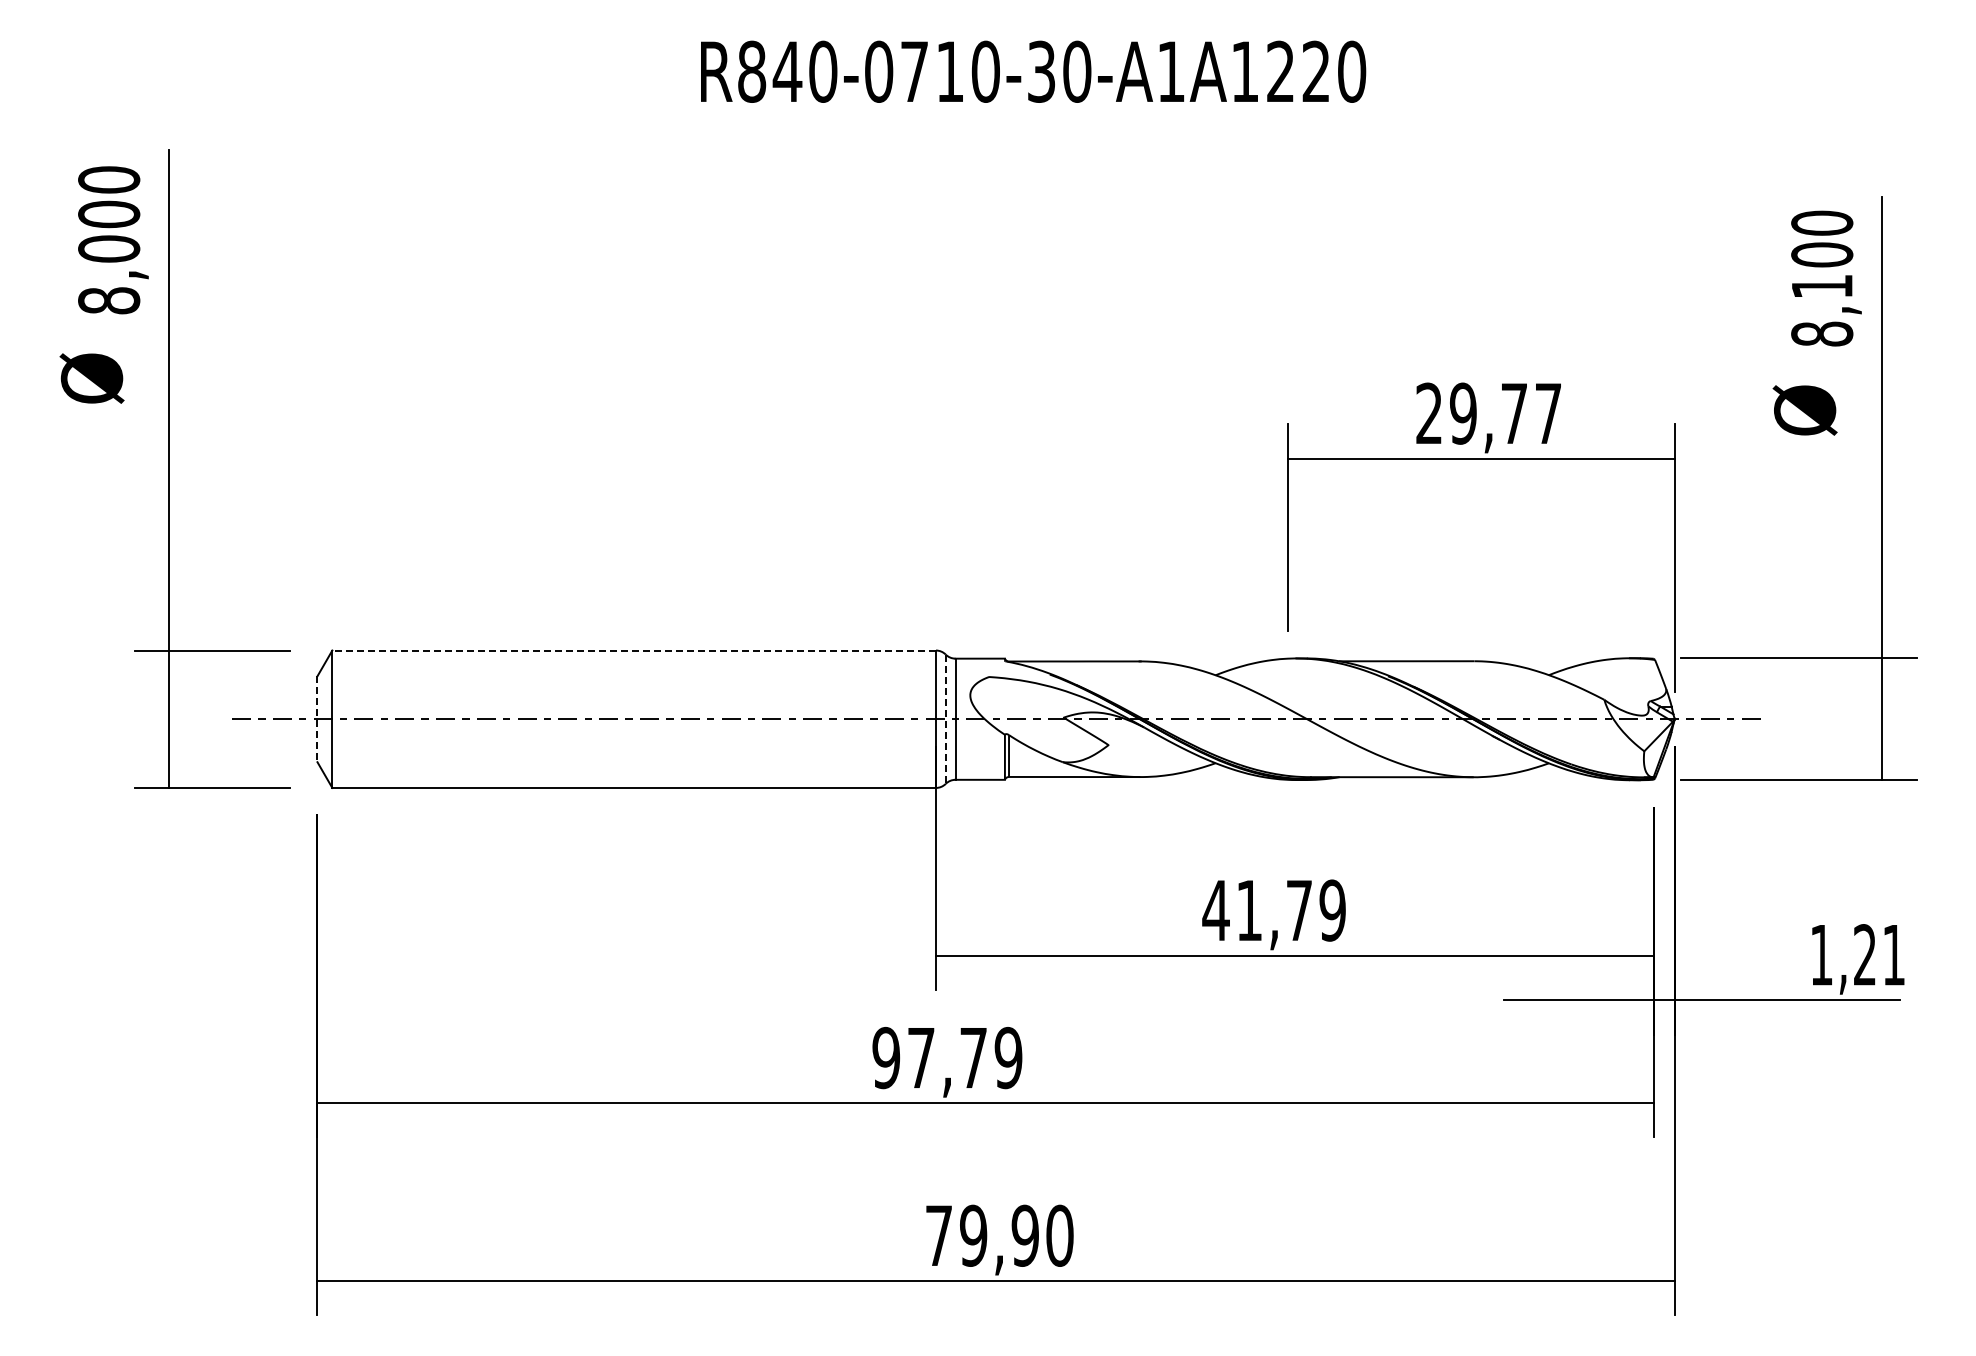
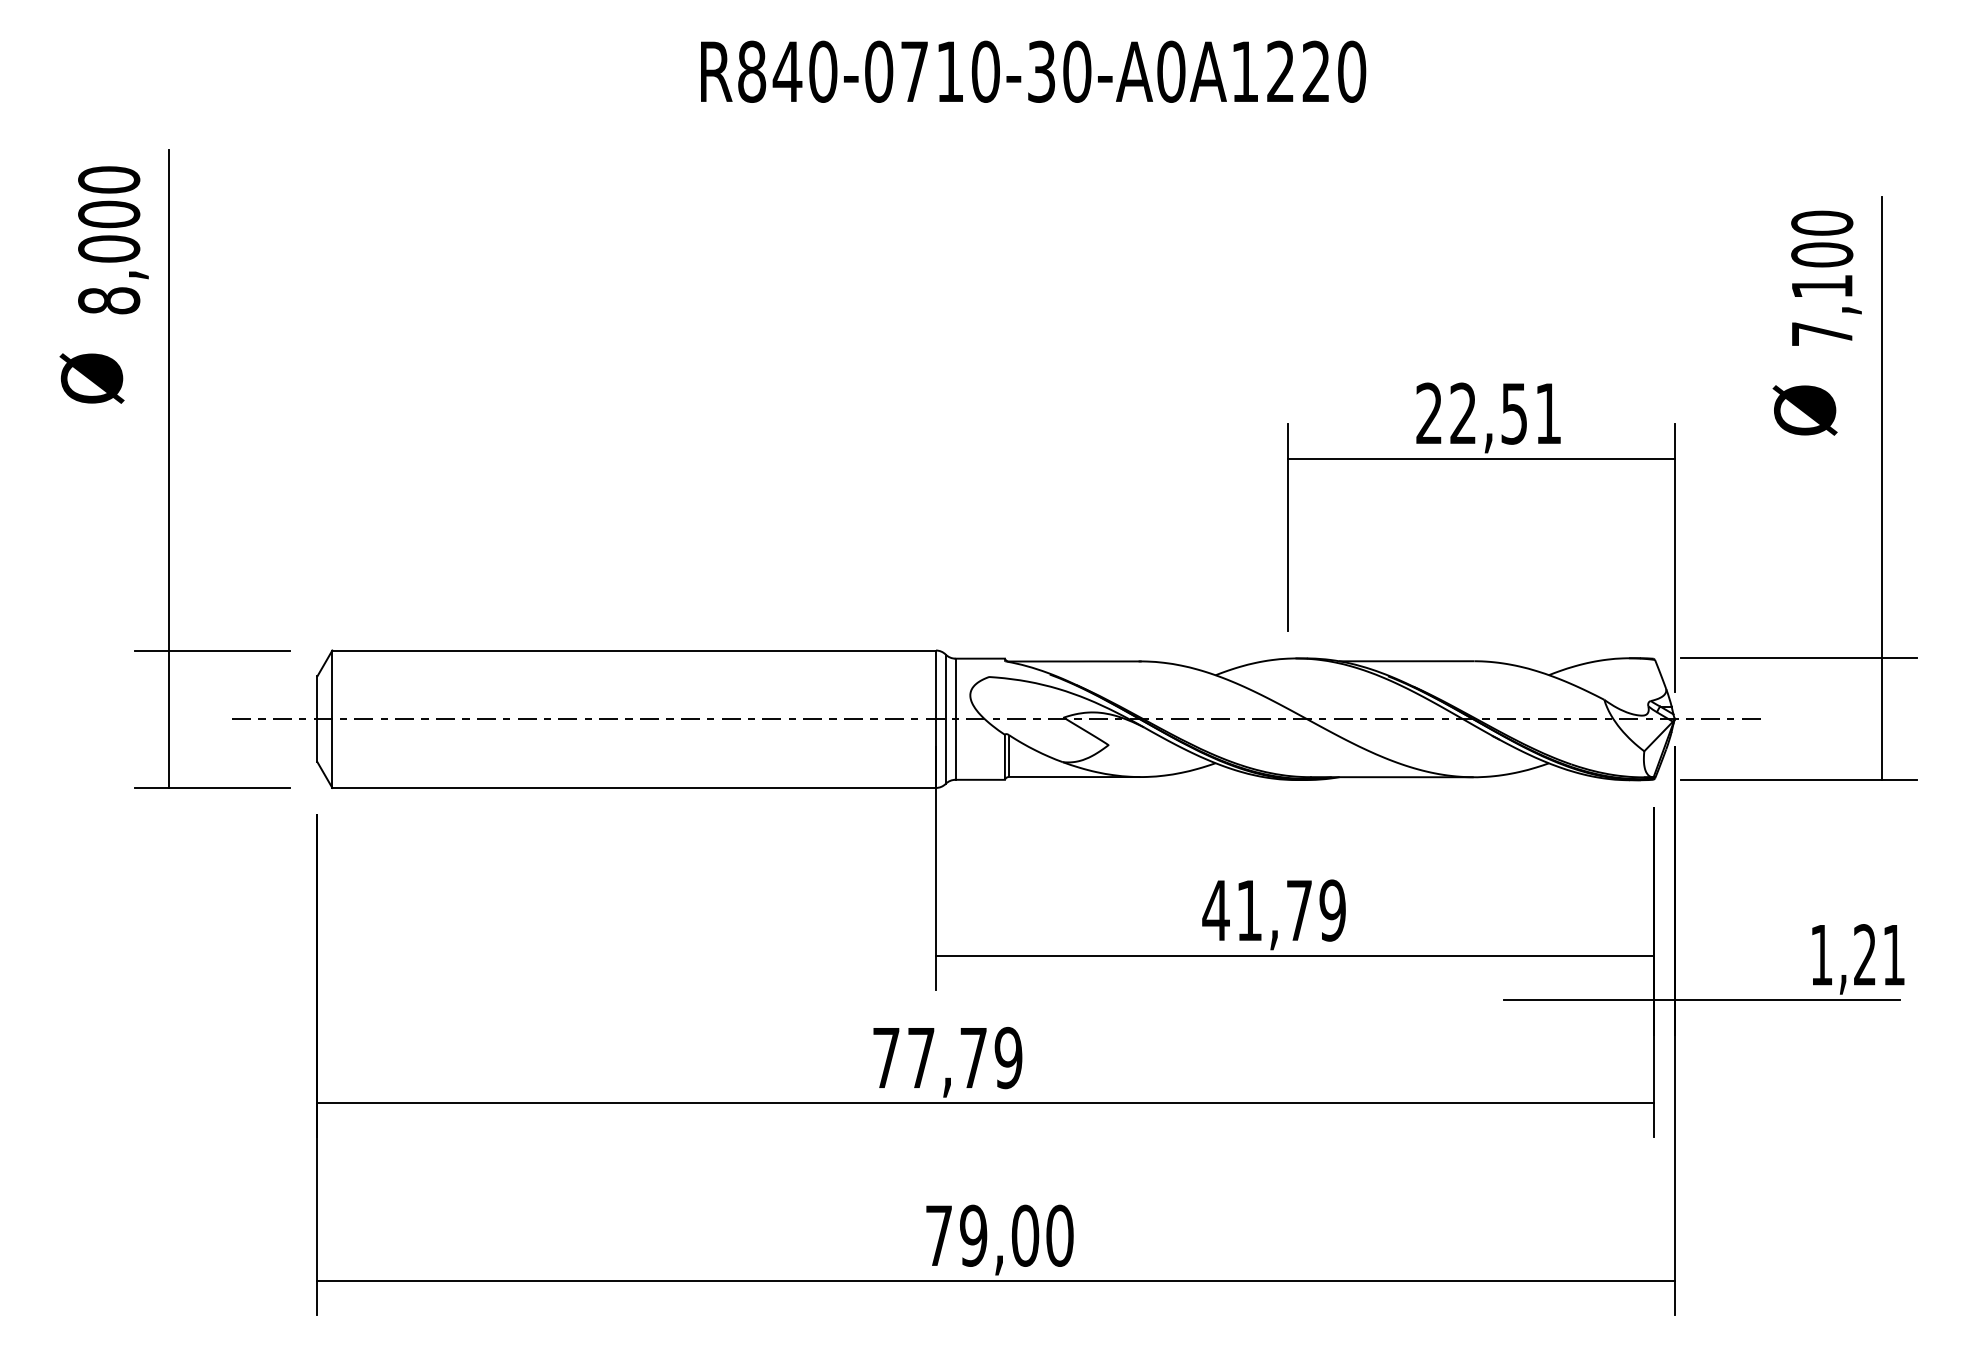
text at (1171, 71): R840-0710-30-A1A1220 -> R840-0710-30-A0A1220
text at (1822, 333): 8,100 -> 7,100
text at (1505, 413): 29,77 -> 22,51
line at (634, 650): dashed -> solid
line at (317, 719): dashed -> solid
line at (945, 719): dashed -> solid
text at (886, 1057): 97,79 -> 77,79
text at (1025, 1235): 79,90 -> 79,00
